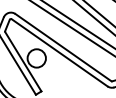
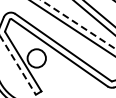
line at (79, 25): solid -> dashed
line at (18, 66): solid -> dashed
